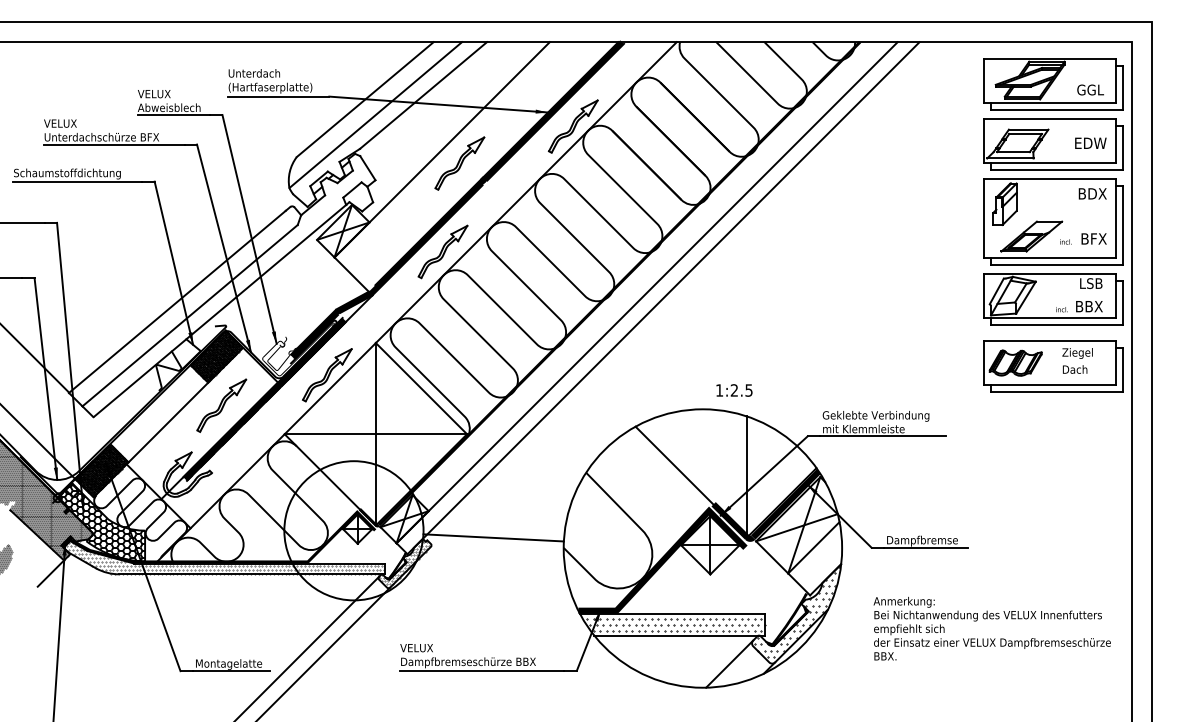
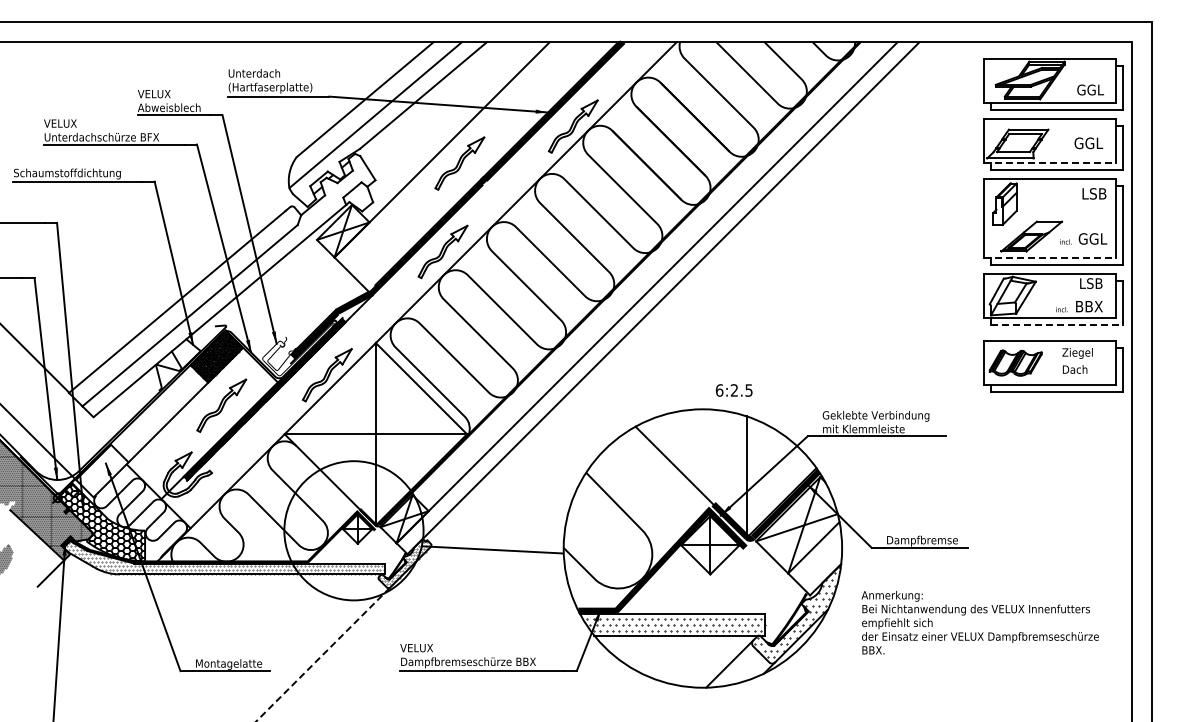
text at (1090, 143): EDW -> GGL
line at (1049, 163): solid -> dashed
text at (1092, 193): BDX -> LSB
text at (1092, 238): BFX -> GGL
line at (1049, 258): solid -> dashed
line at (1056, 325): solid -> dashed
text at (719, 390): 1:2.5 -> 6:2.5
hatch at (101, 470): present -> none
line at (493, 537) position: (493, 537) -> (492, 549)
text at (991, 628) position: (991, 628) -> (979, 622)
line at (308, 647): present -> none
line at (322, 654): solid -> dashed
